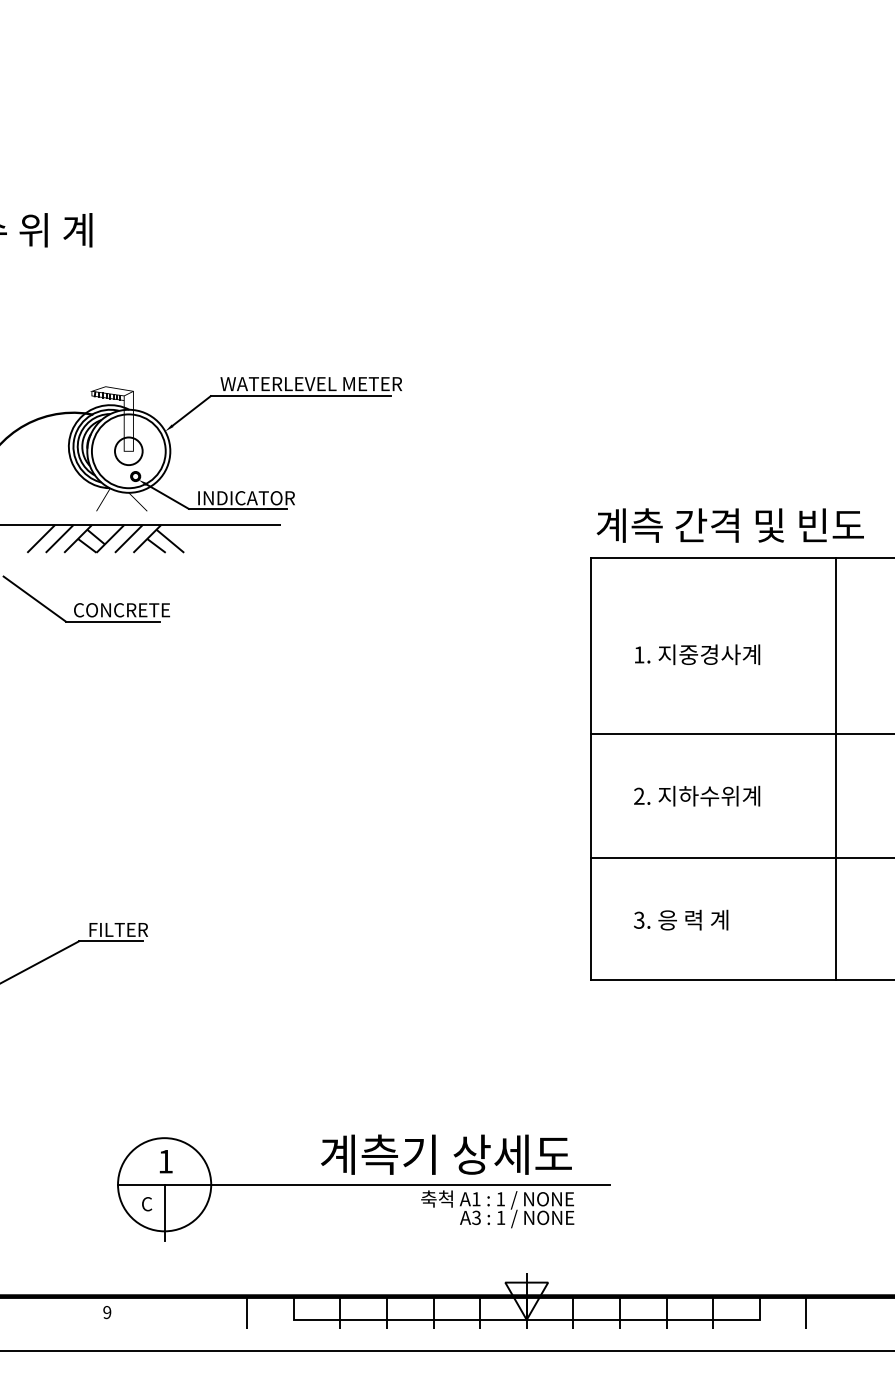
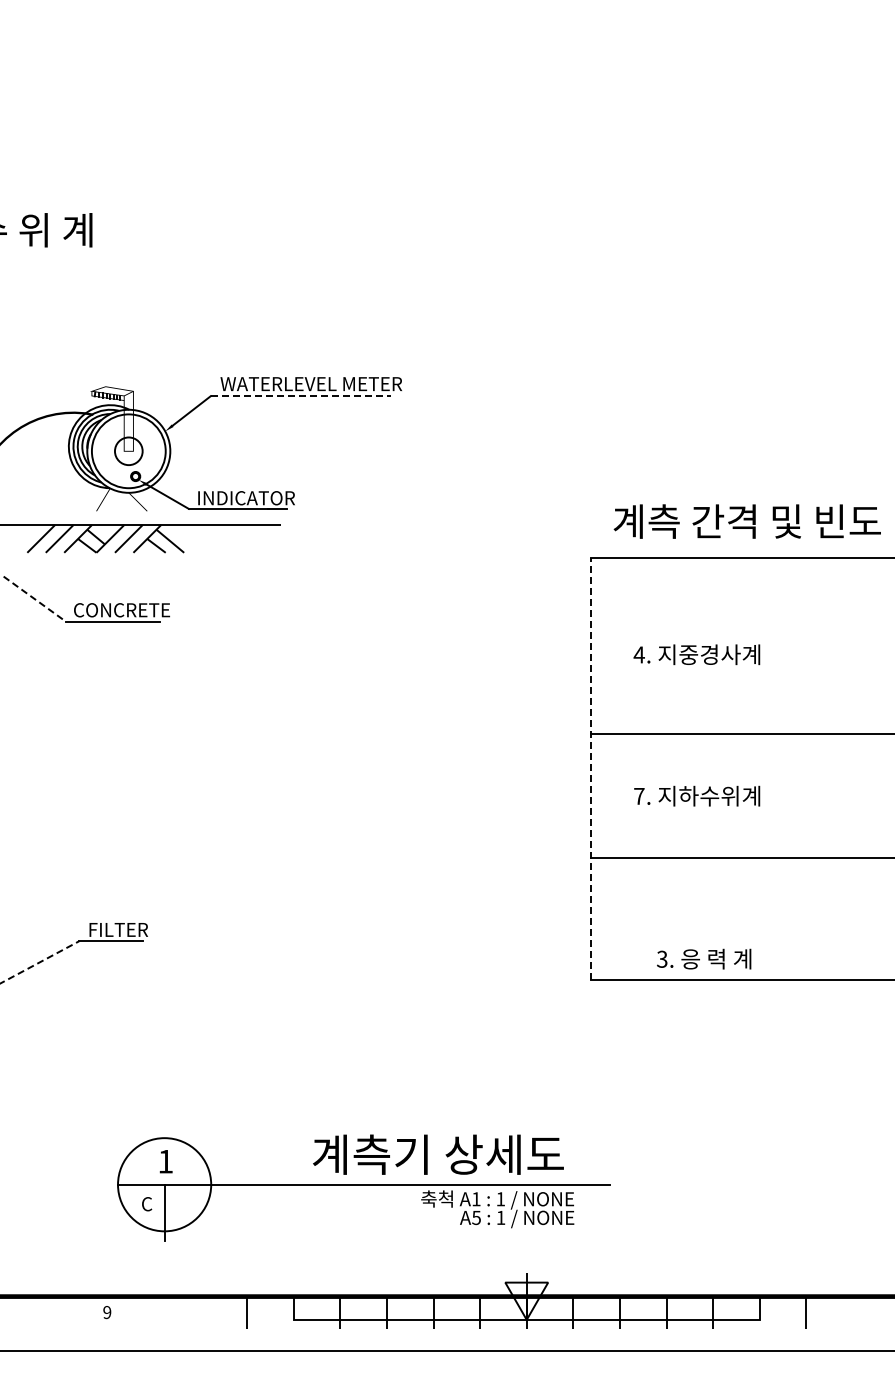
line at (300, 396): solid -> dashed
text at (729, 525) position: (729, 525) -> (746, 521)
line at (35, 599): solid -> dashed
text at (638, 654): 1. -> 4.
line at (590, 768): solid -> dashed
line at (836, 769): present -> none
text at (639, 795): 2. -> 7.
text at (681, 919) position: (681, 919) -> (704, 958)
line at (39, 962): solid -> dashed
text at (446, 1154) position: (446, 1154) -> (438, 1154)
text at (476, 1217): A3 -> A5
